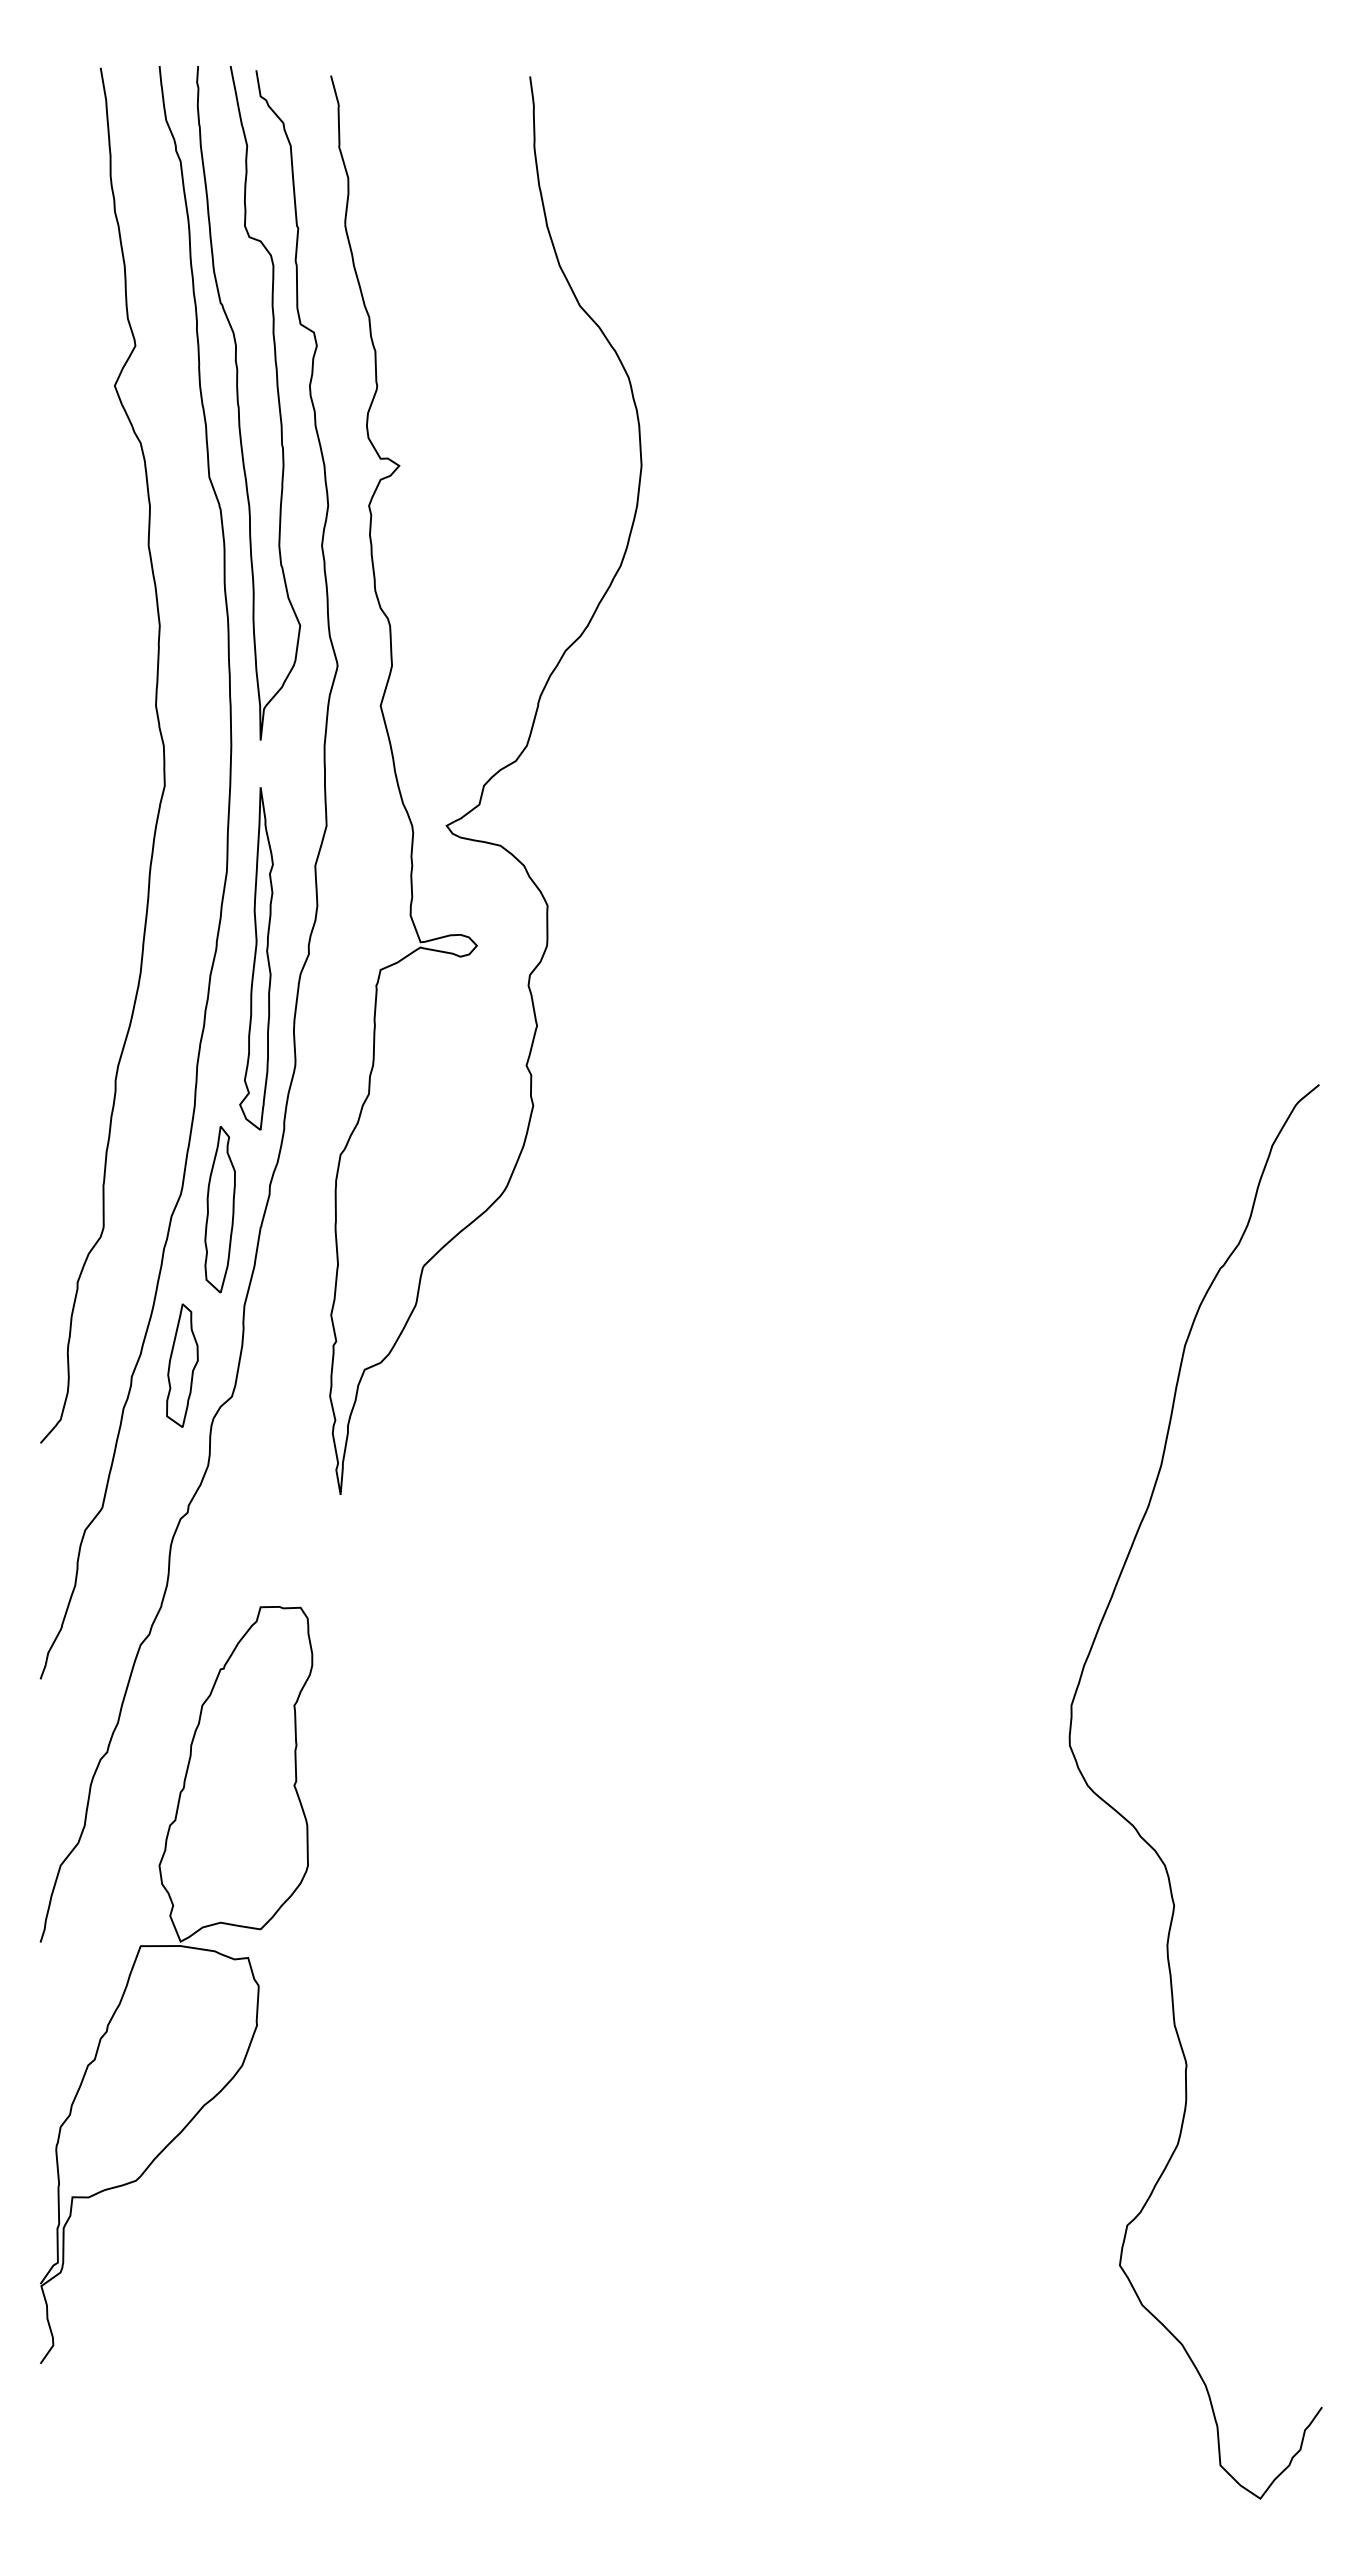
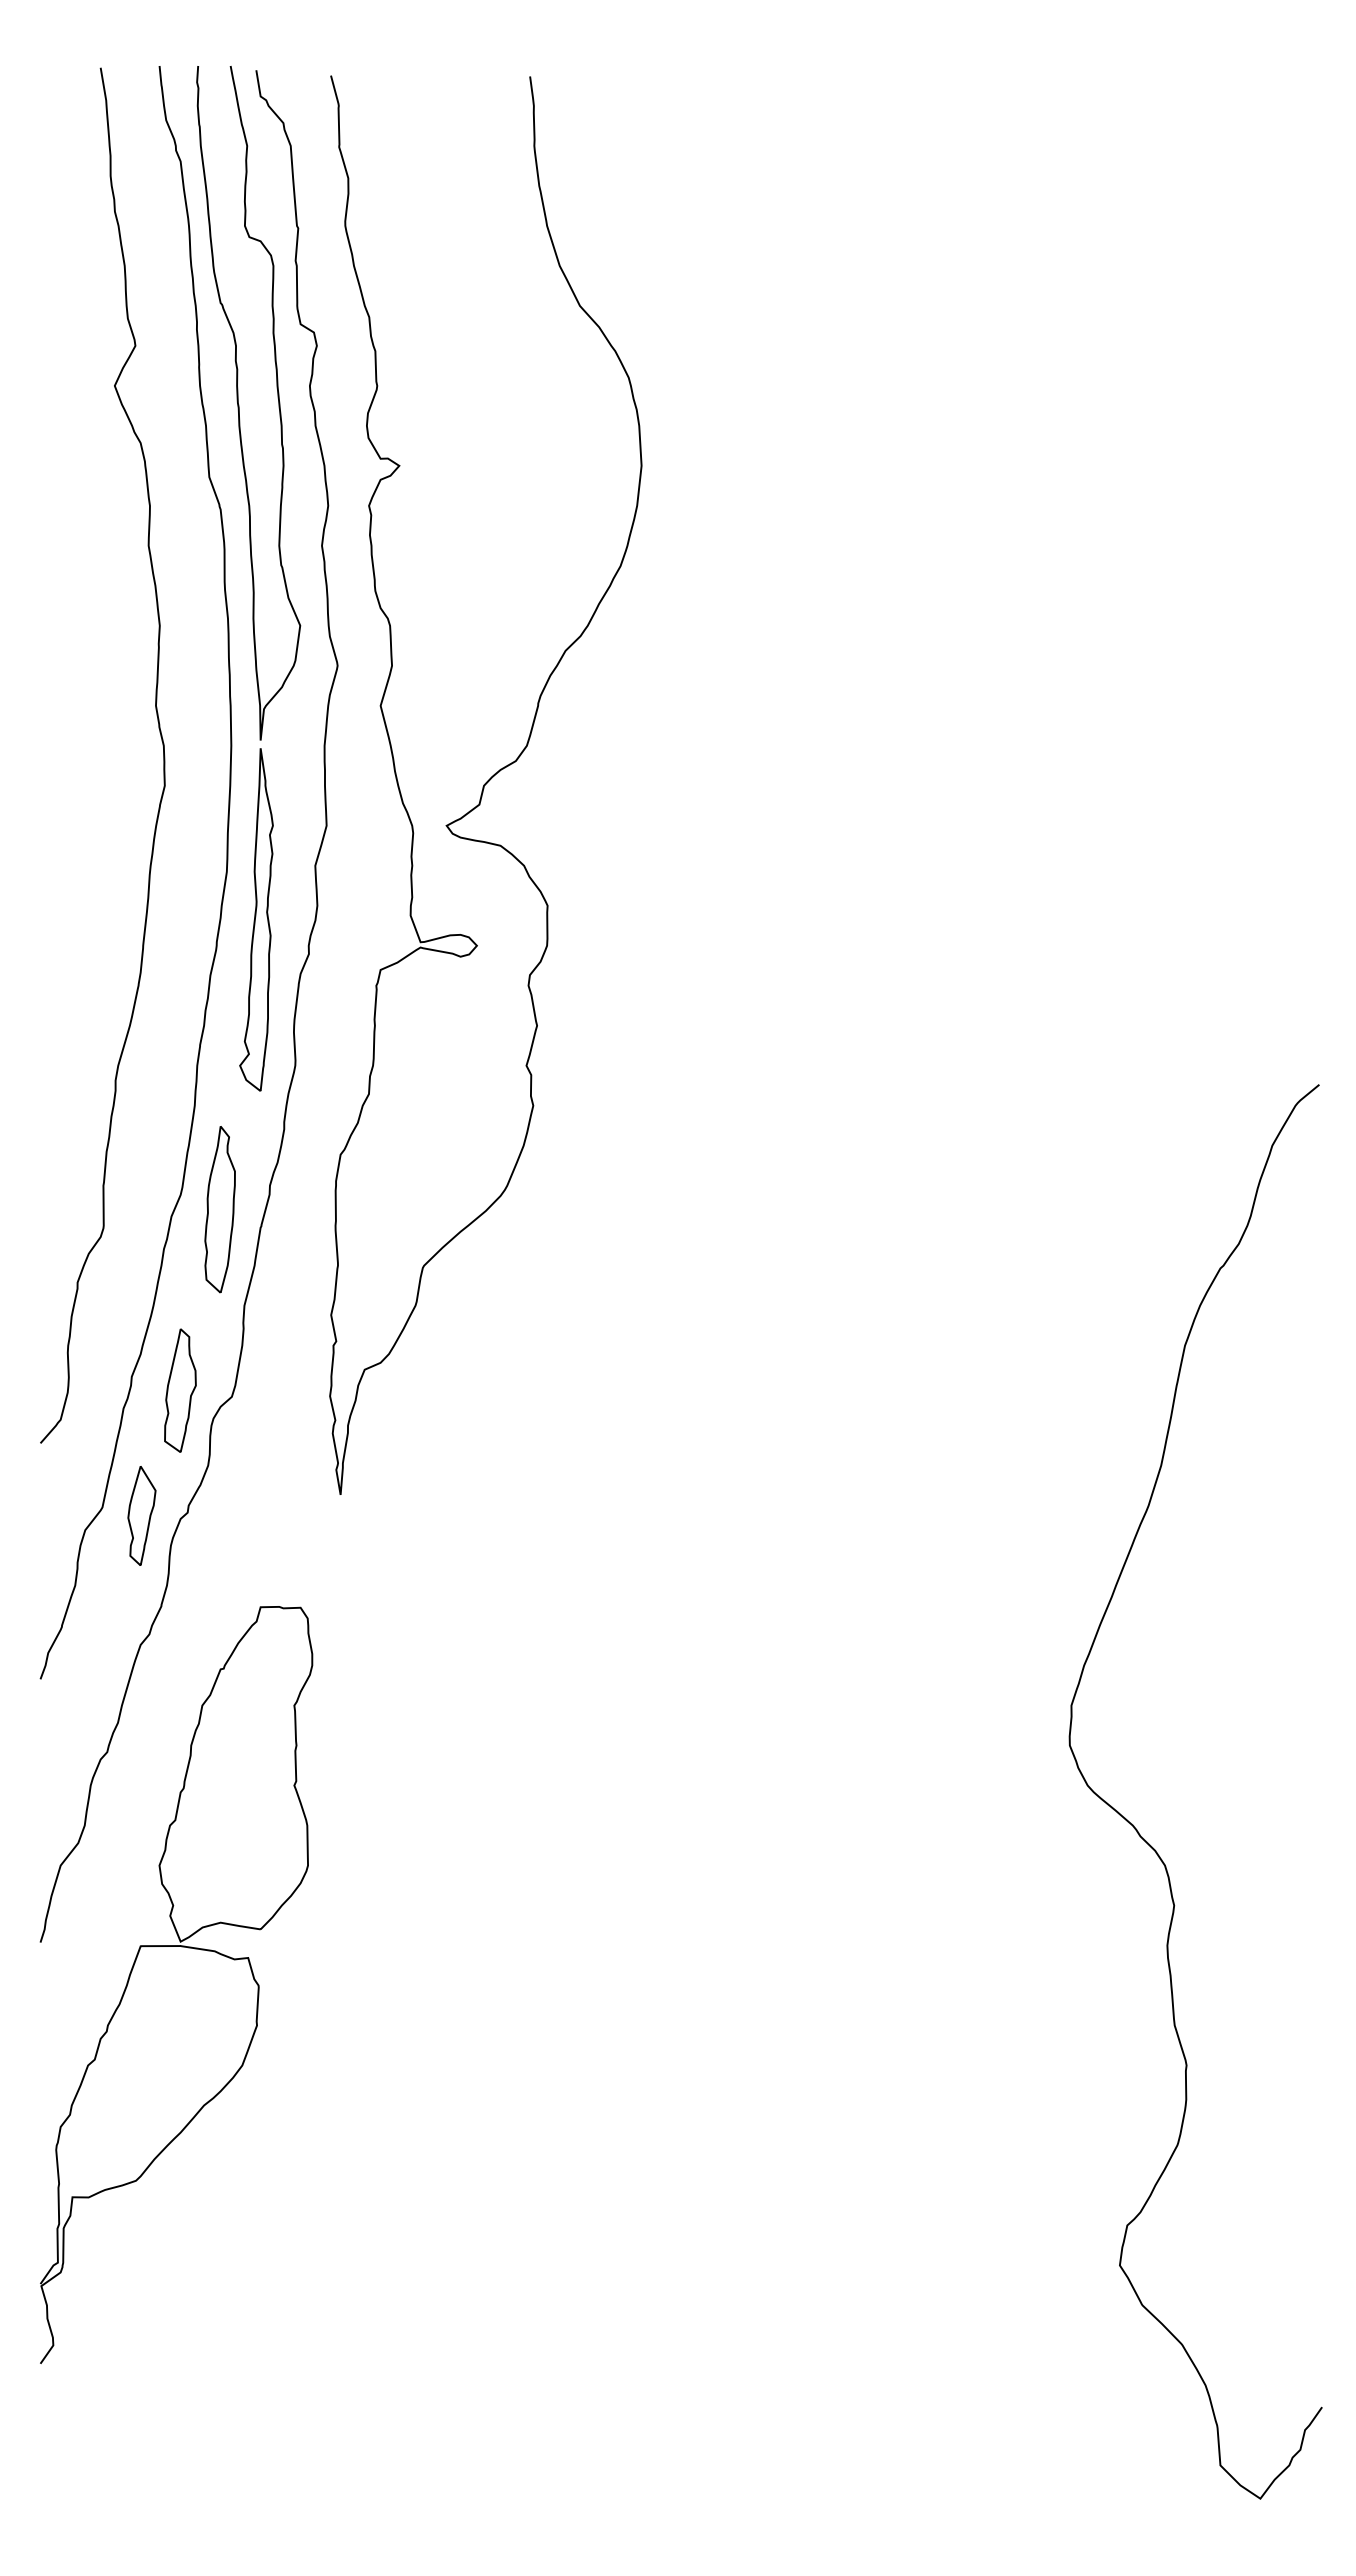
part at (256, 958) position: (256, 958) -> (256, 919)
part at (182, 1365) position: (182, 1365) -> (180, 1390)
part at (141, 1515): none -> present
